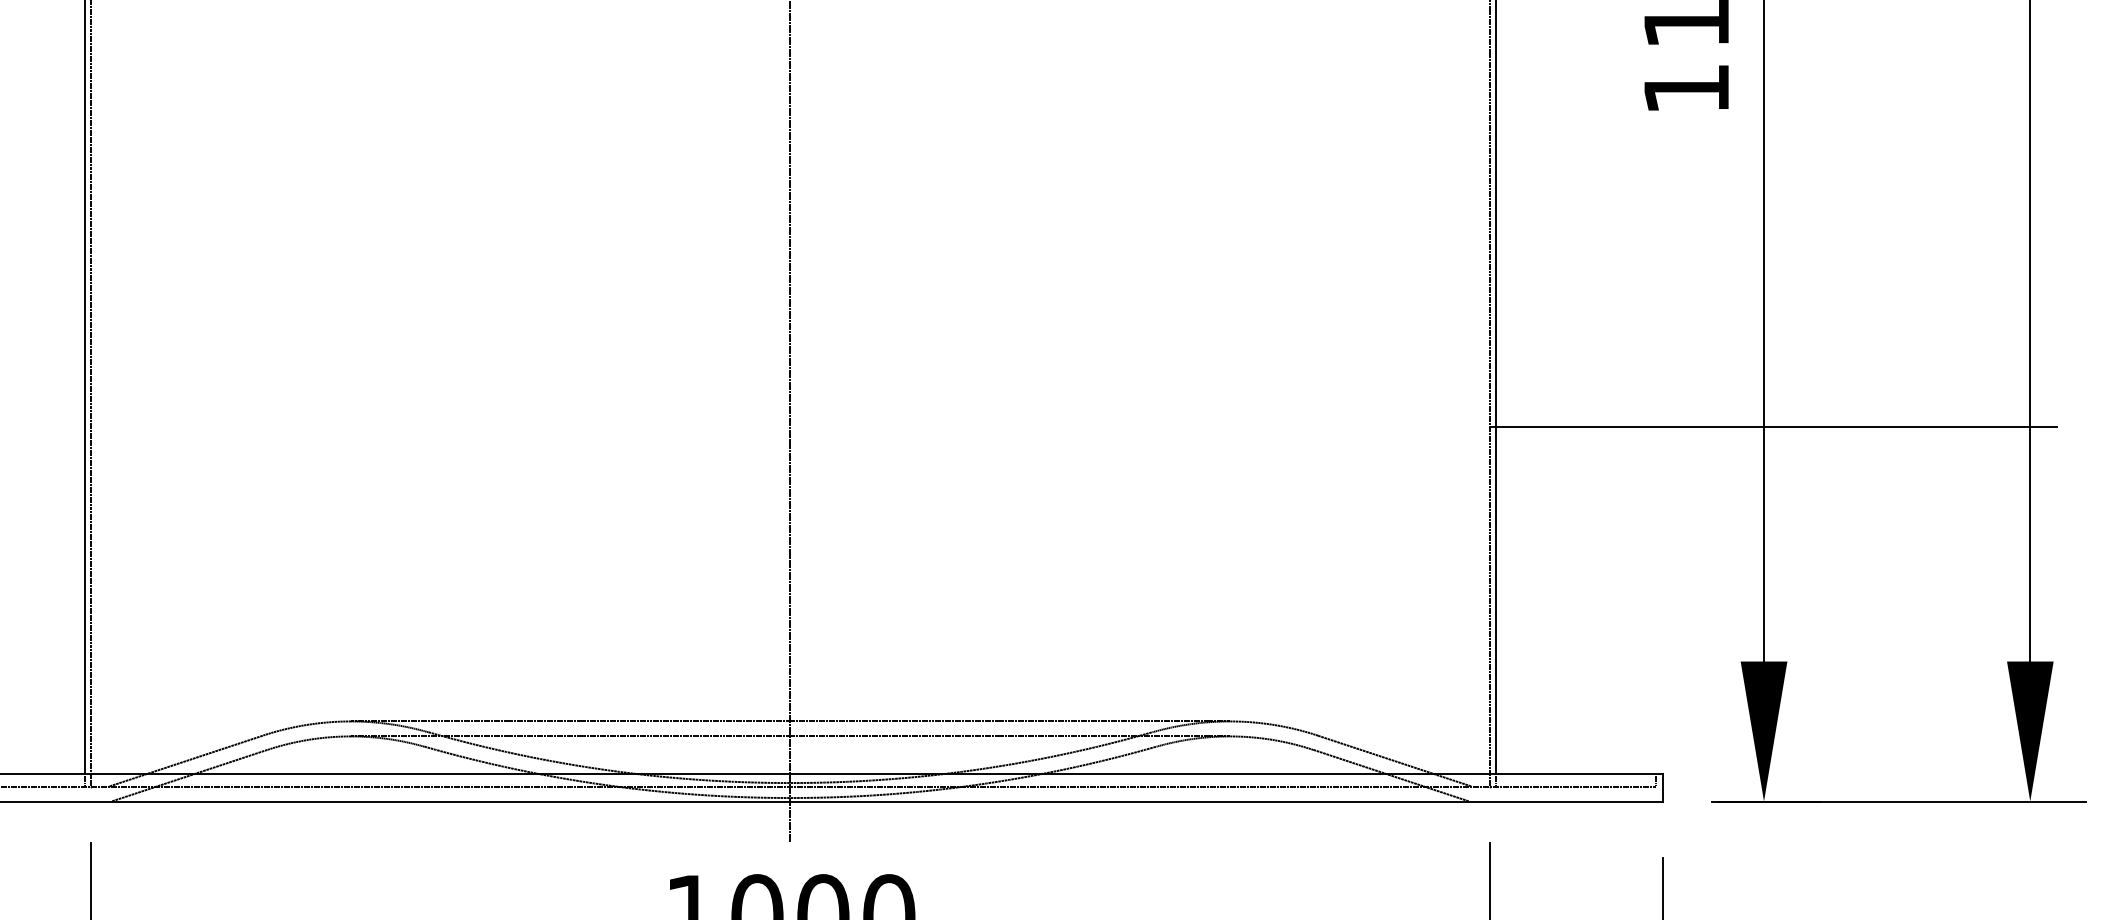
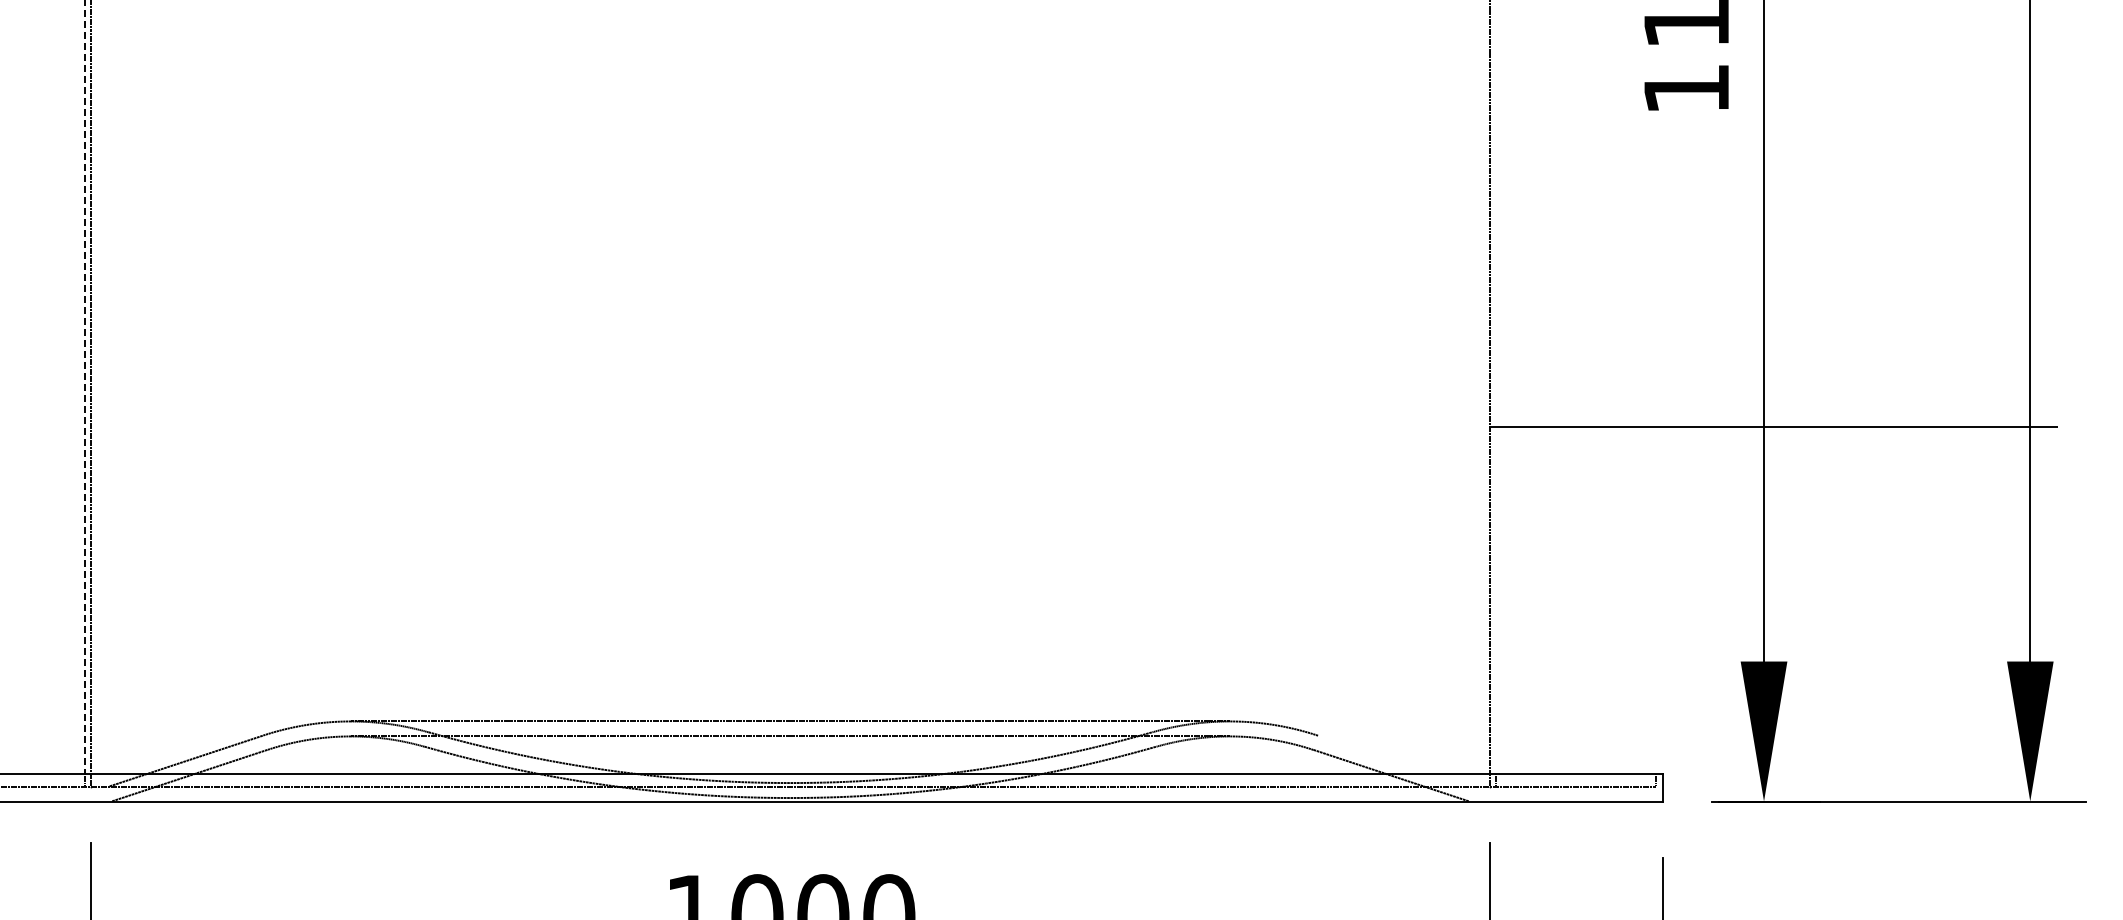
line at (85, 387): solid -> dashed
line at (1495, 387): present -> none
line at (790, 422): present -> none
line at (1394, 760): present -> none
